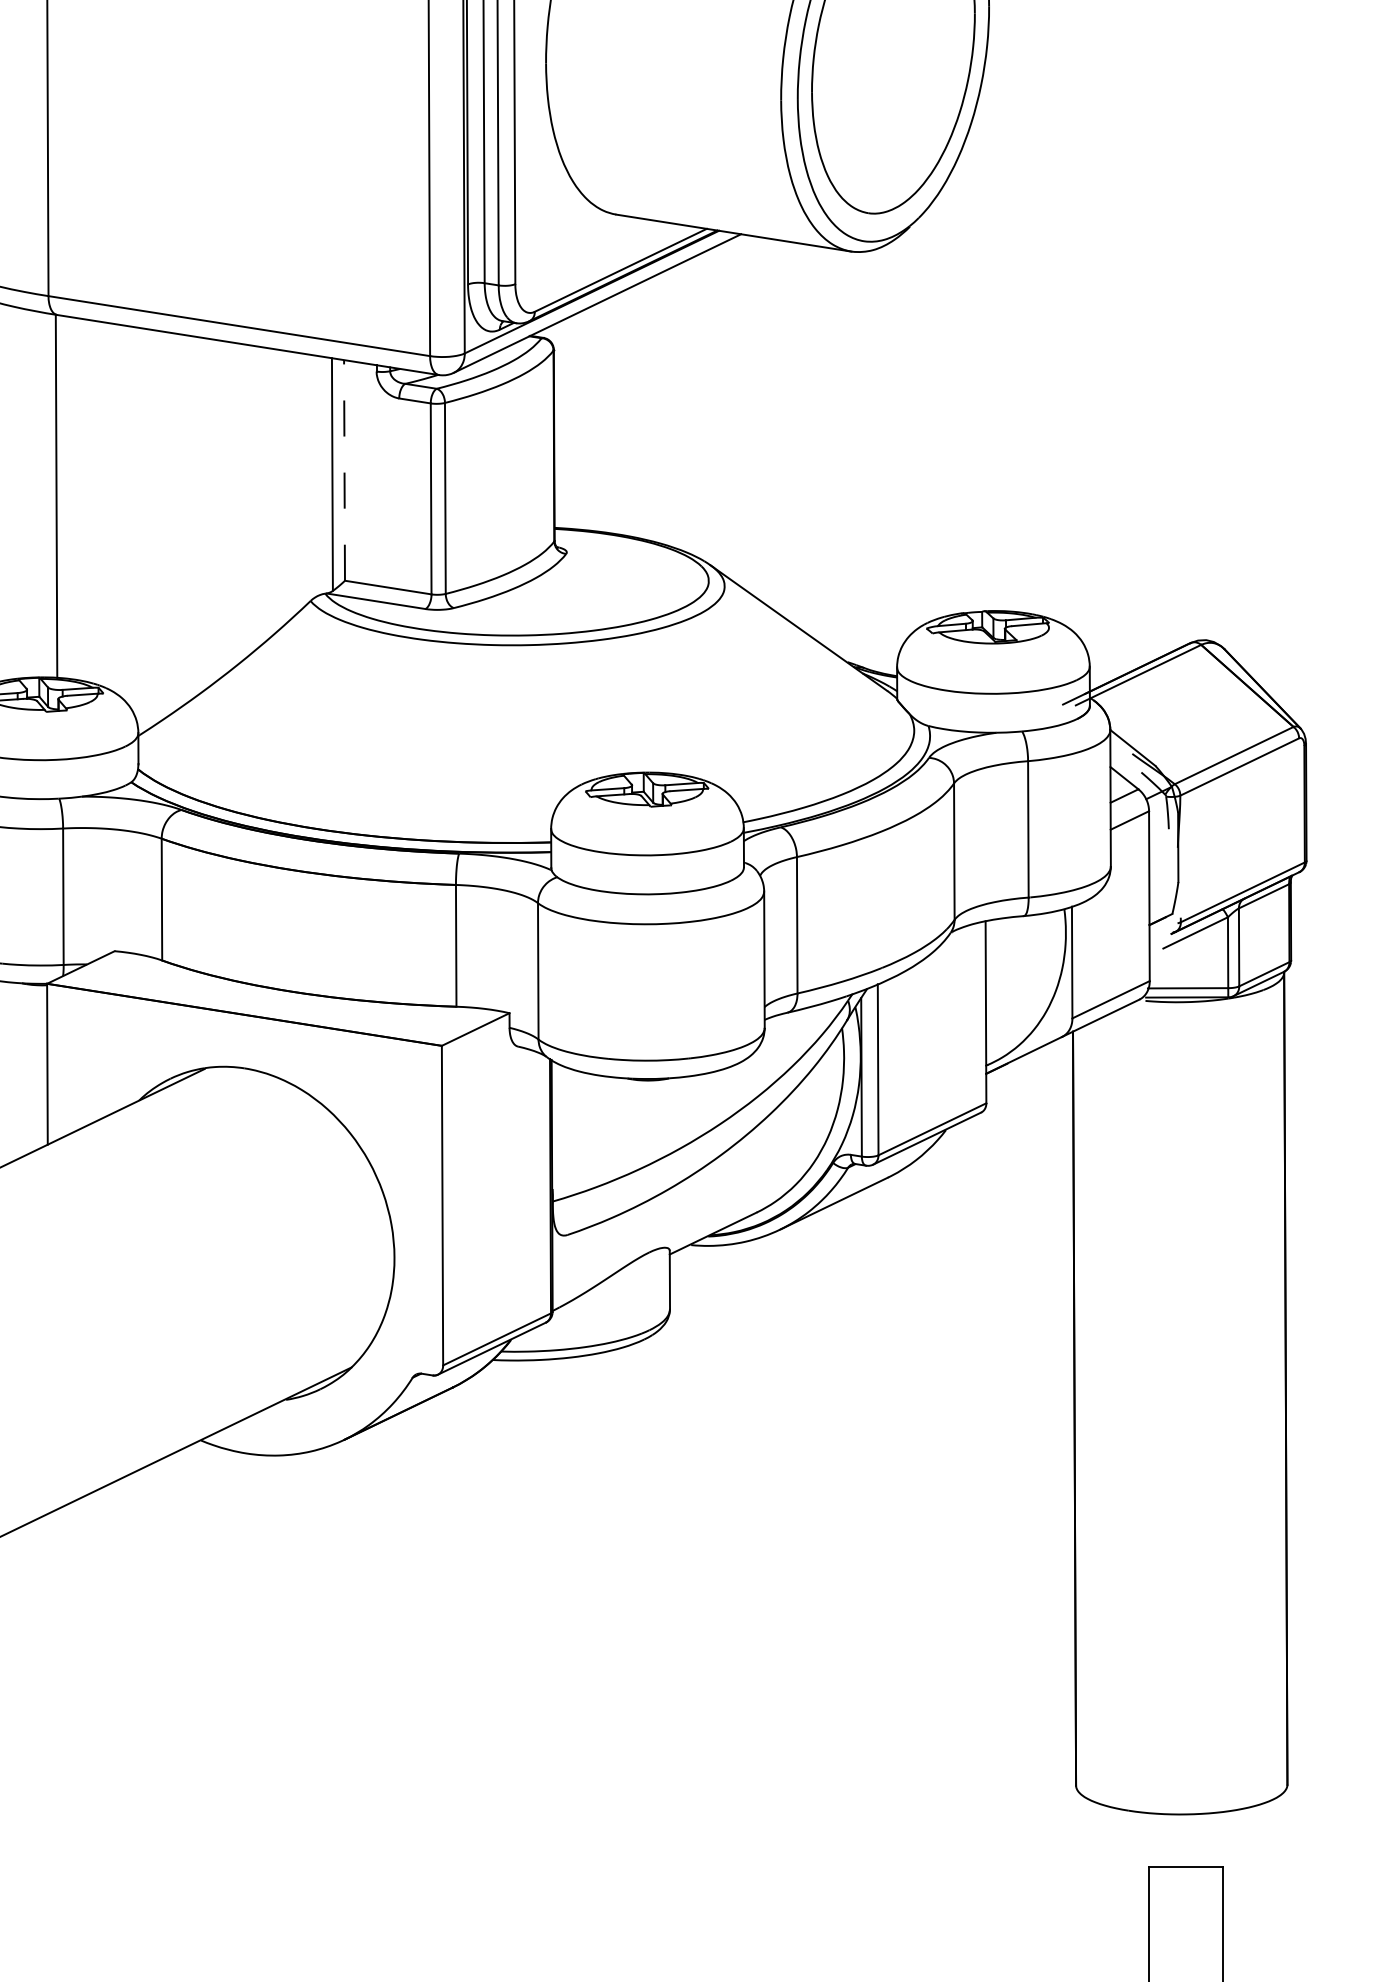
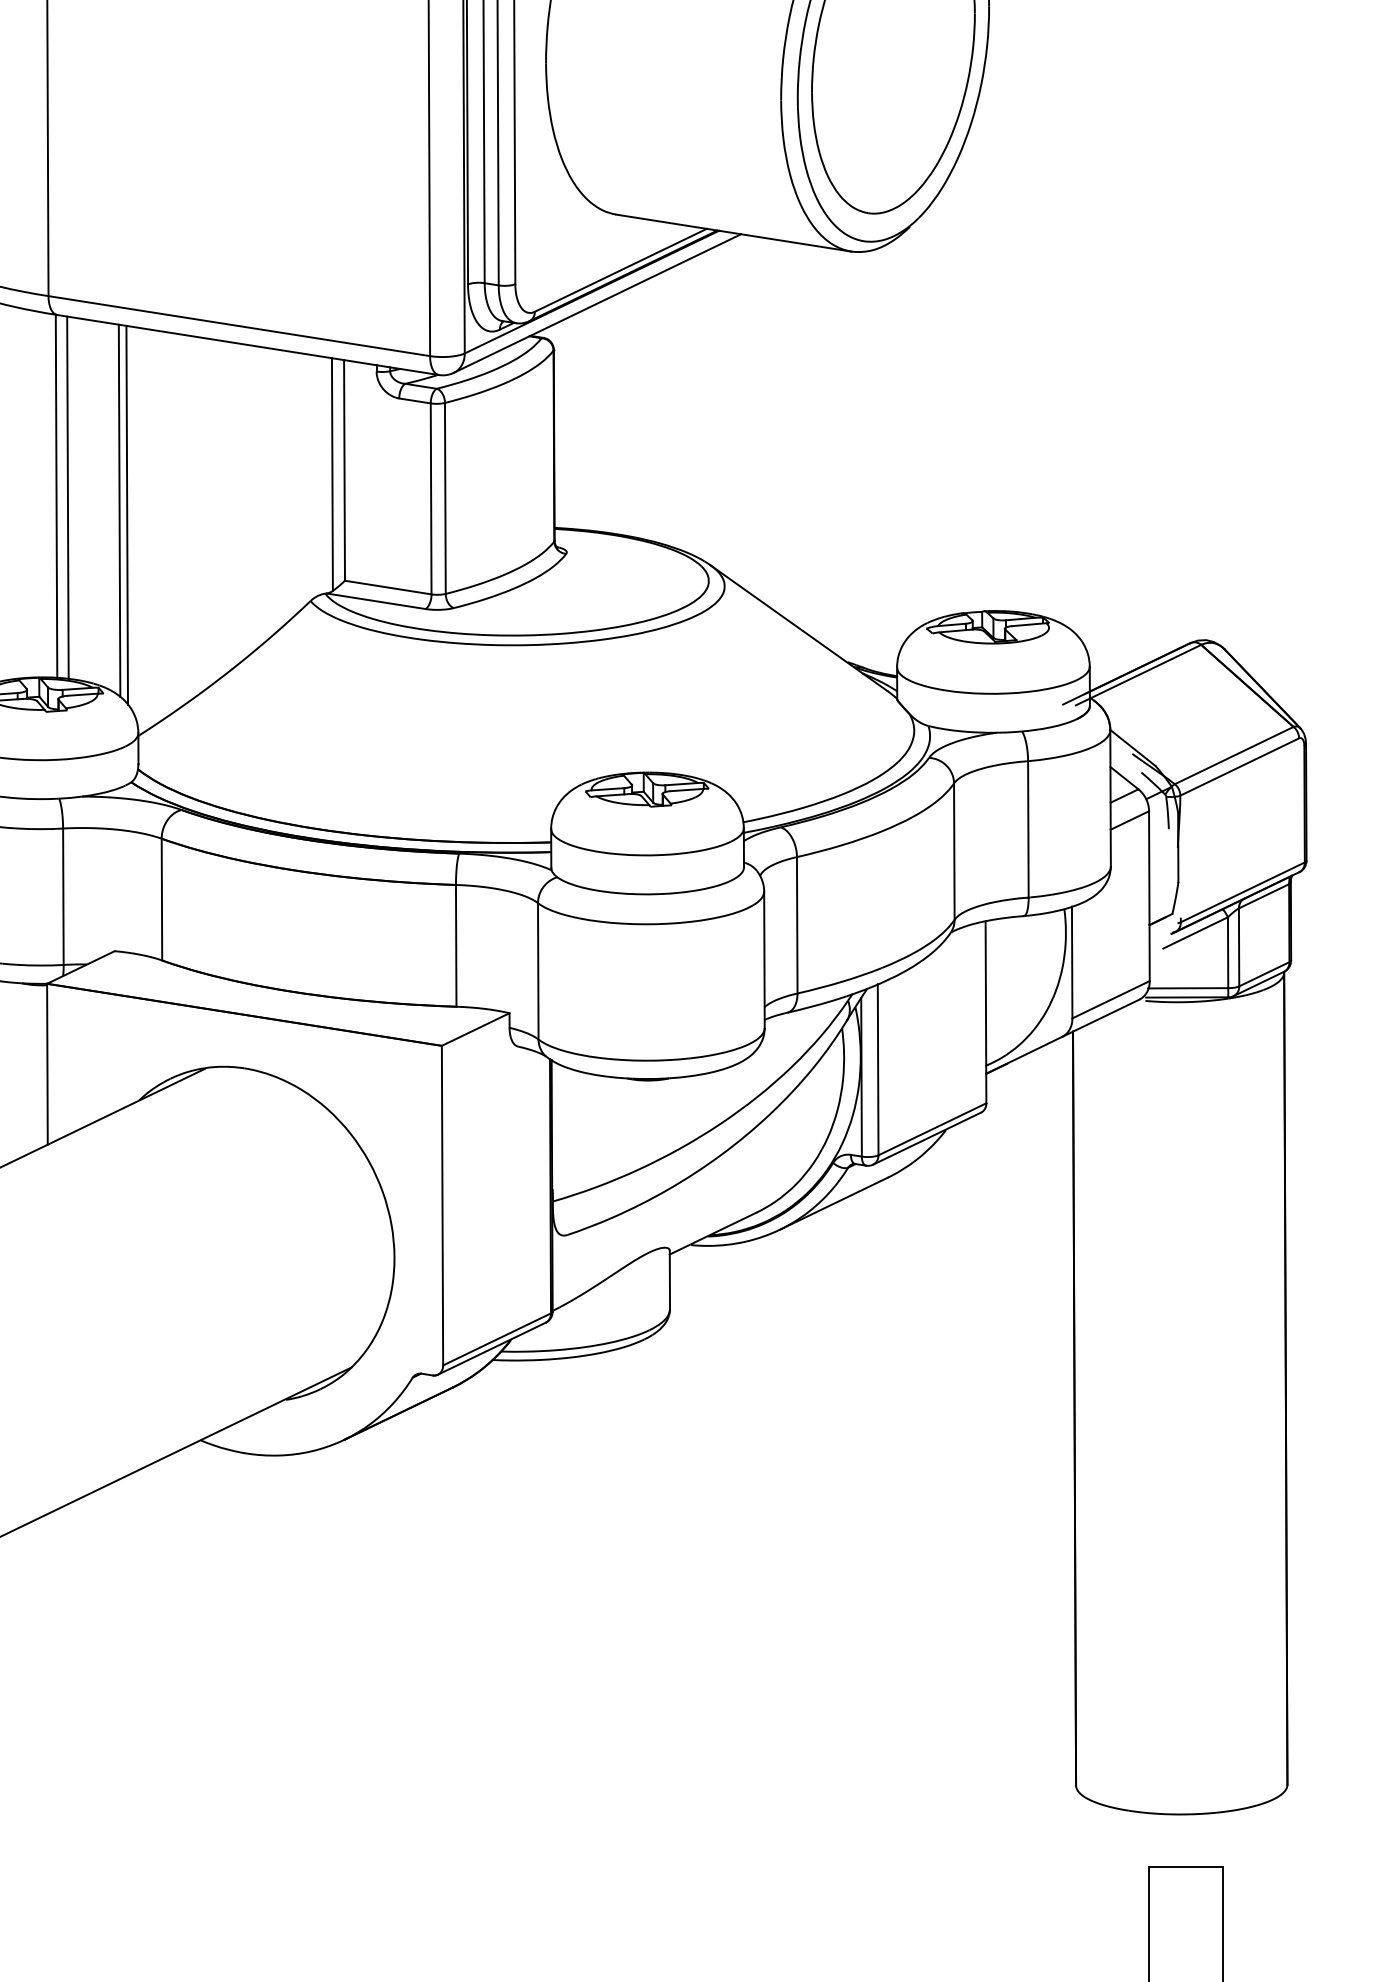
line at (344, 469): dashed -> solid
line at (67, 497): none -> present
line at (119, 510): none -> present
line at (127, 515): none -> present
